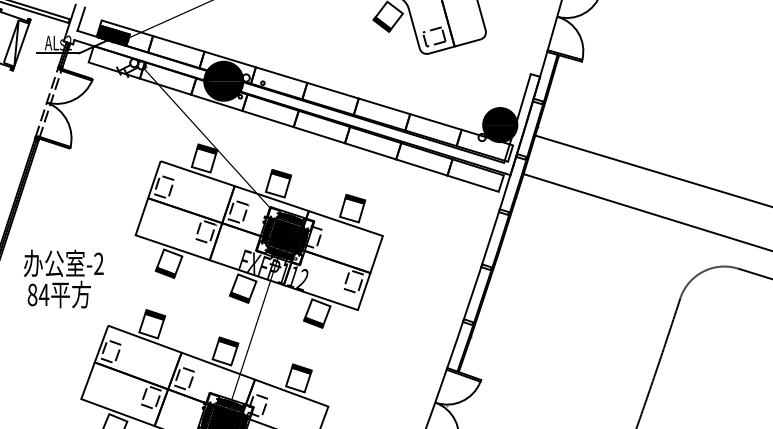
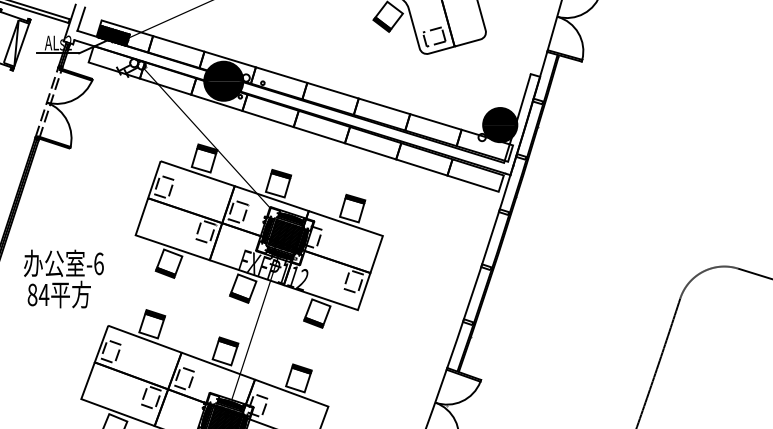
line at (651, 170): present -> none
line at (646, 212): present -> none
text at (98, 263): -2 -> -6
